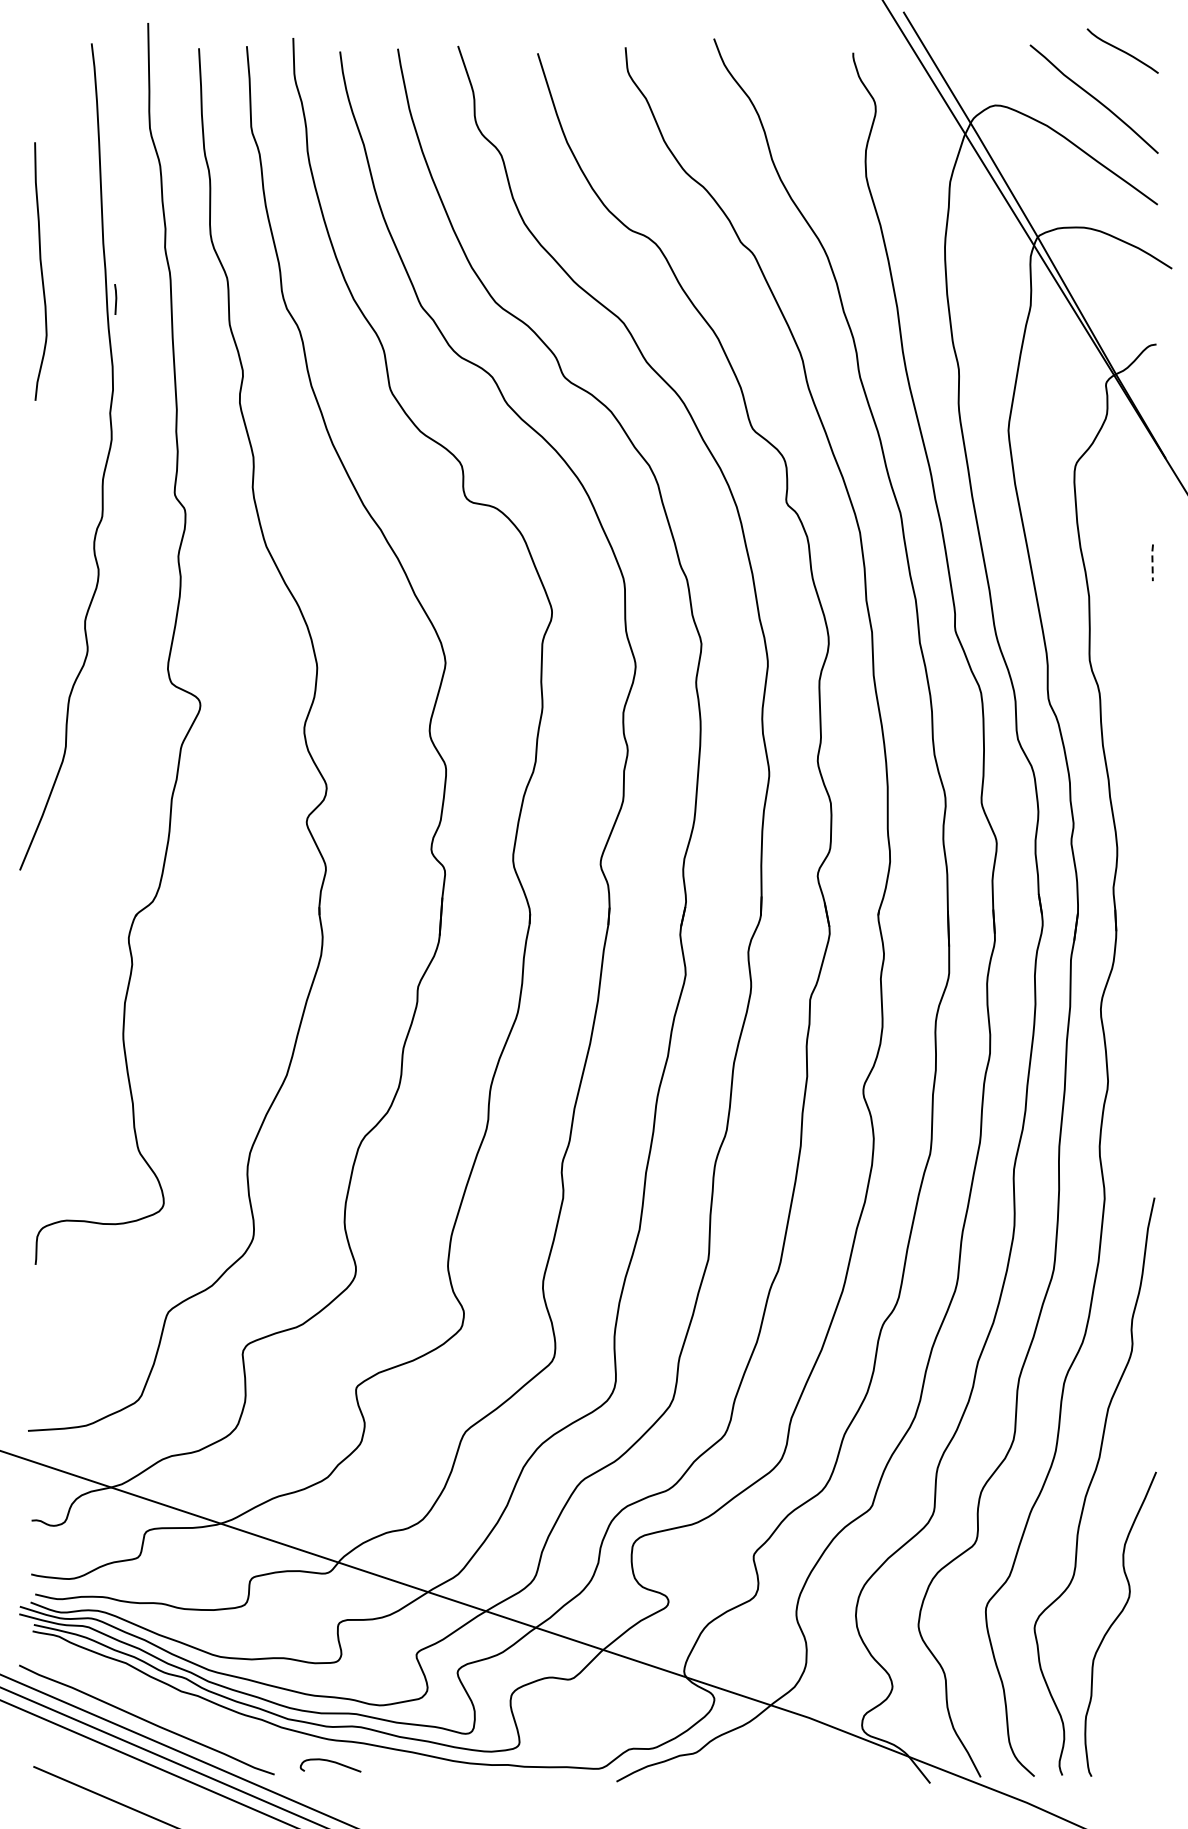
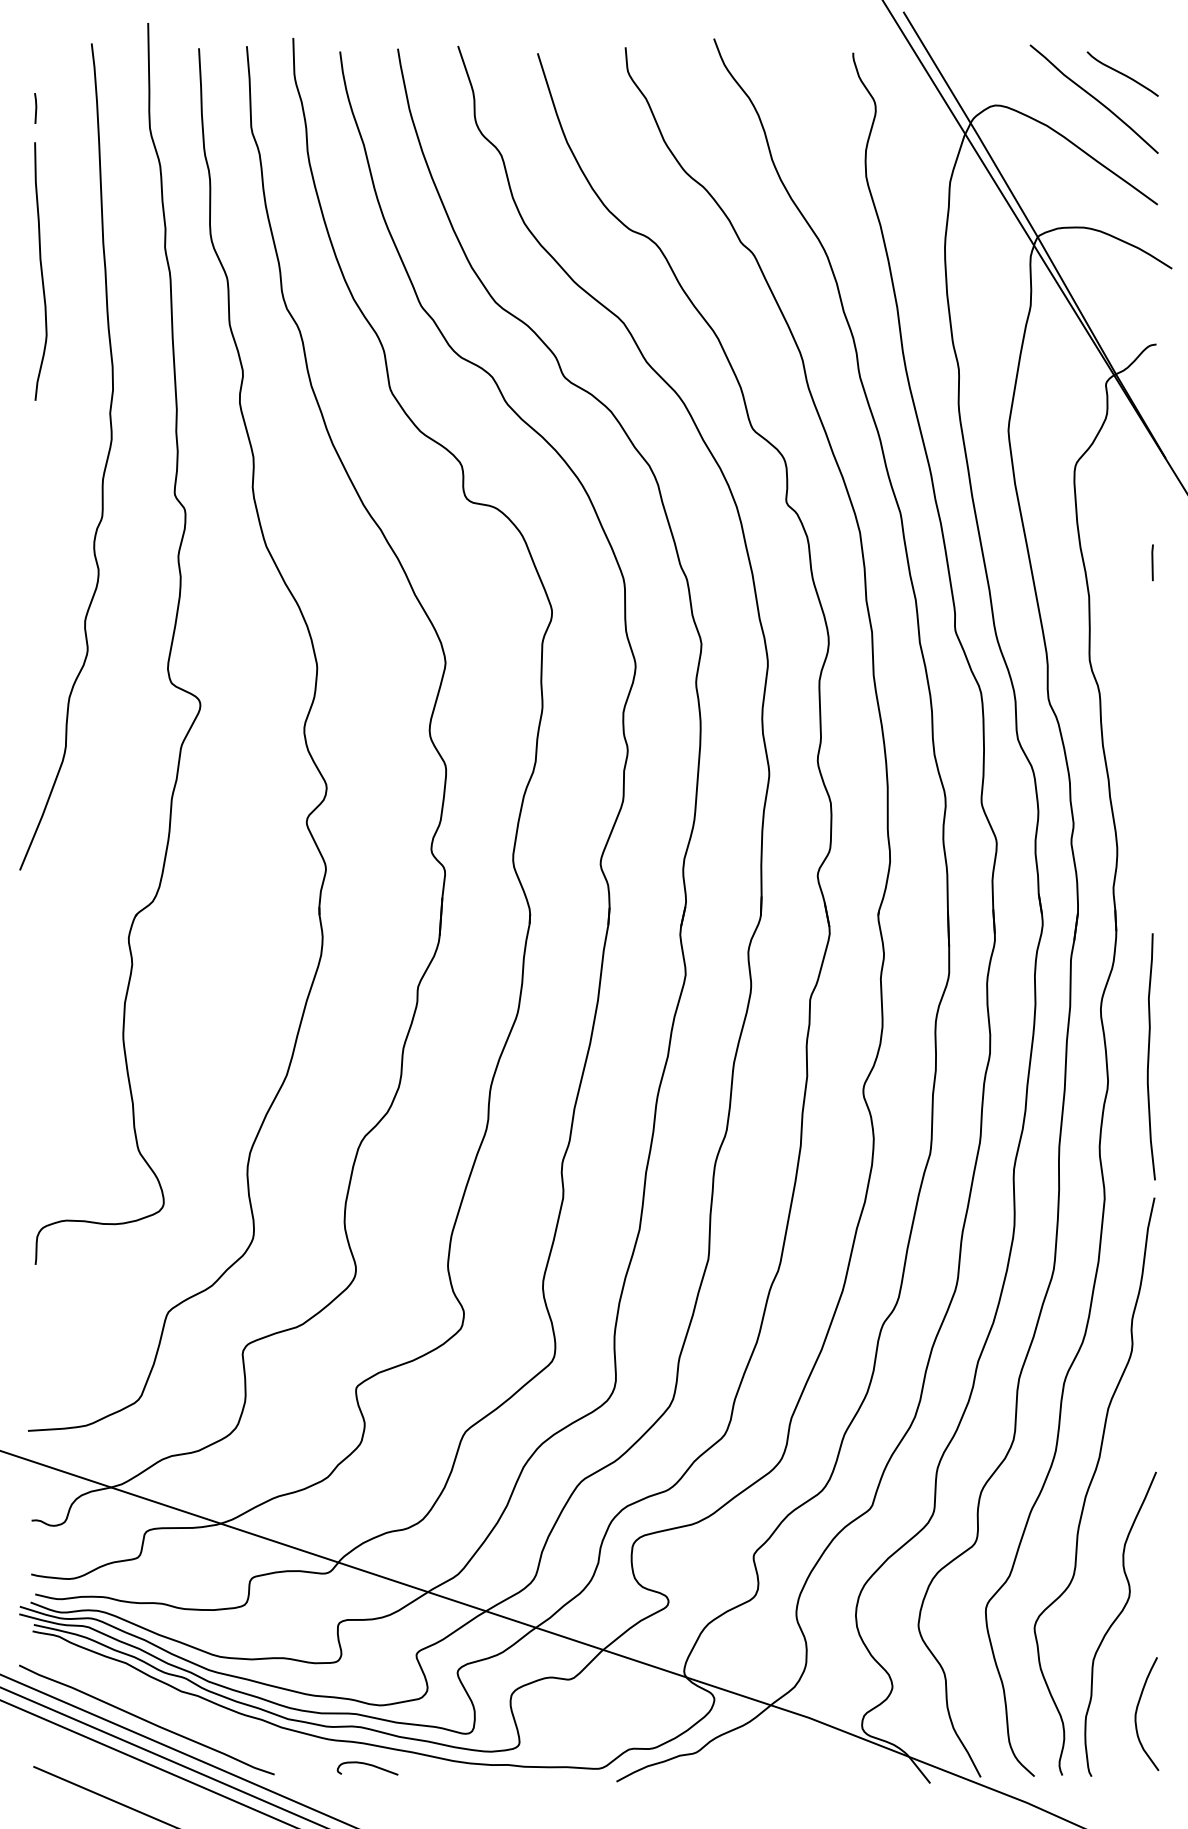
curve at (1122, 50) position: (1122, 50) -> (1122, 73)
line at (115, 299) position: (115, 299) -> (35, 108)
line at (1152, 562): dashed -> solid
curve at (1149, 1056): none -> present
curve at (1137, 1711): none -> present
curve at (330, 1762) position: (330, 1762) -> (367, 1765)
